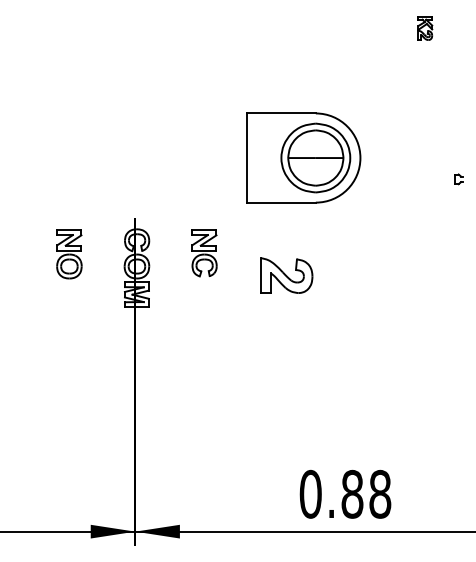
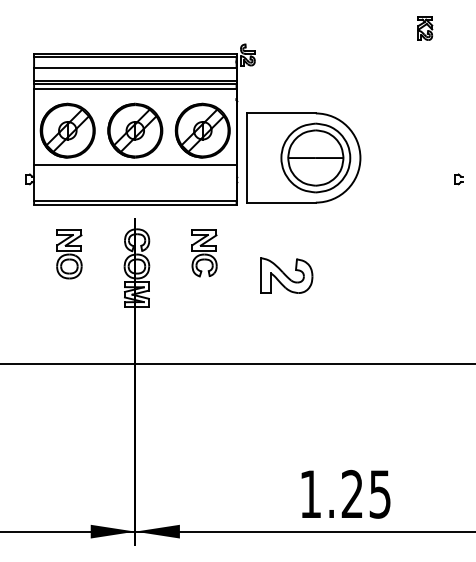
part at (140, 124): none -> present
line at (237, 363): none -> present
text at (345, 493): 0.88 -> 1.25
